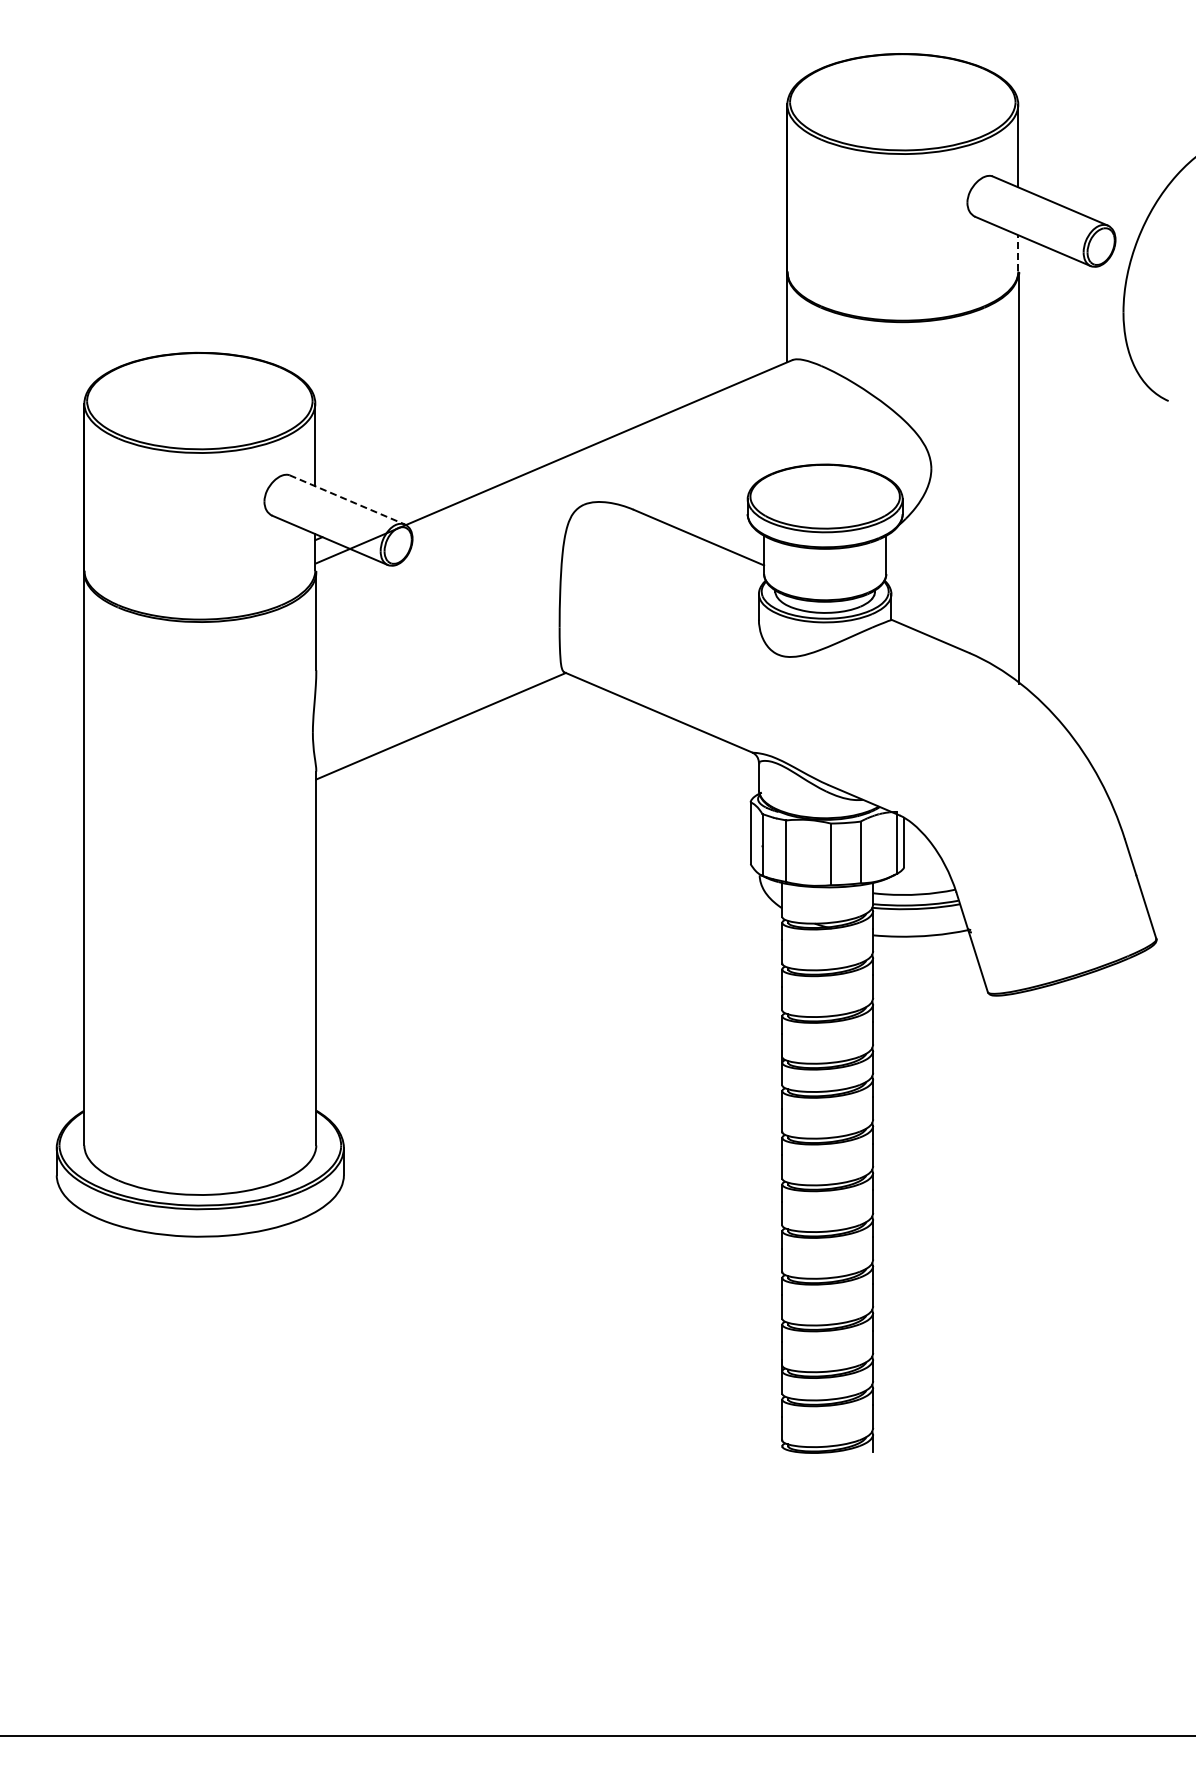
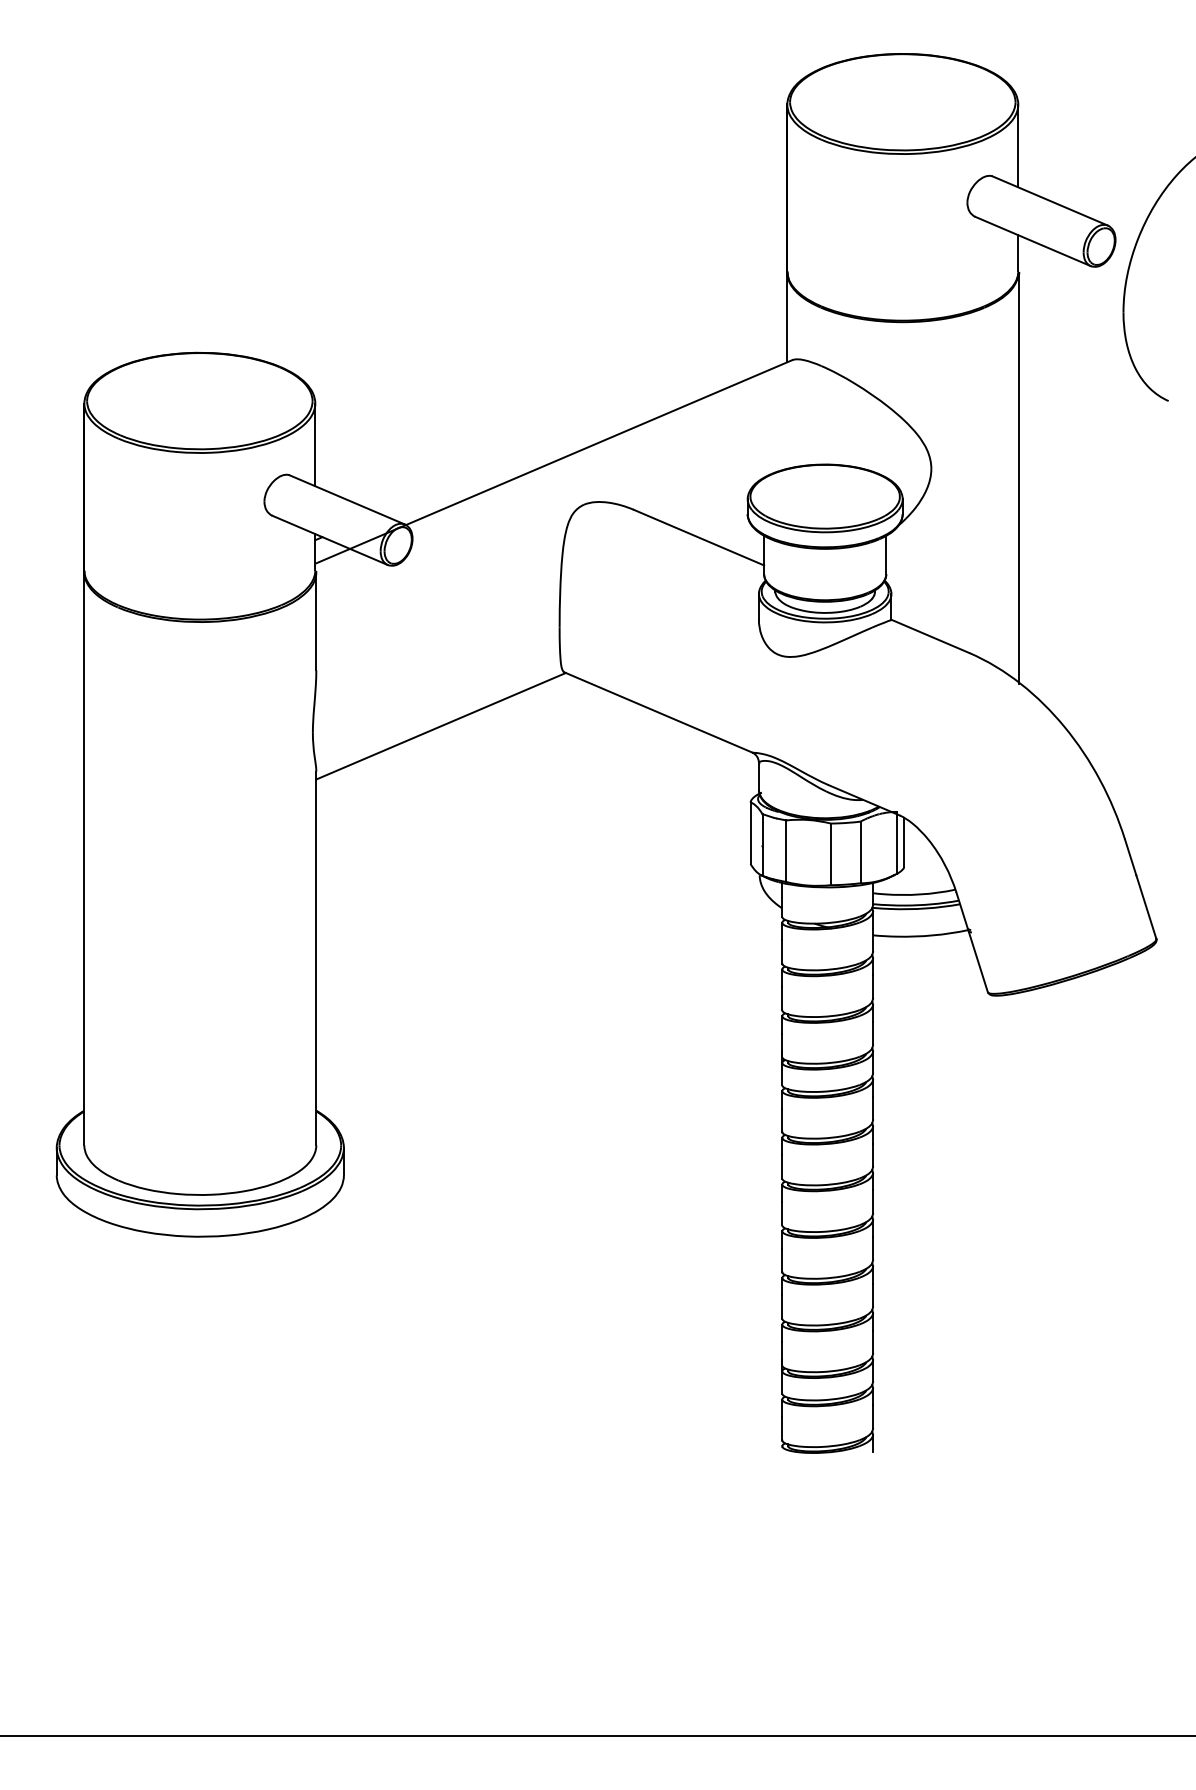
line at (1018, 252): dashed -> solid
line at (347, 499): dashed -> solid
